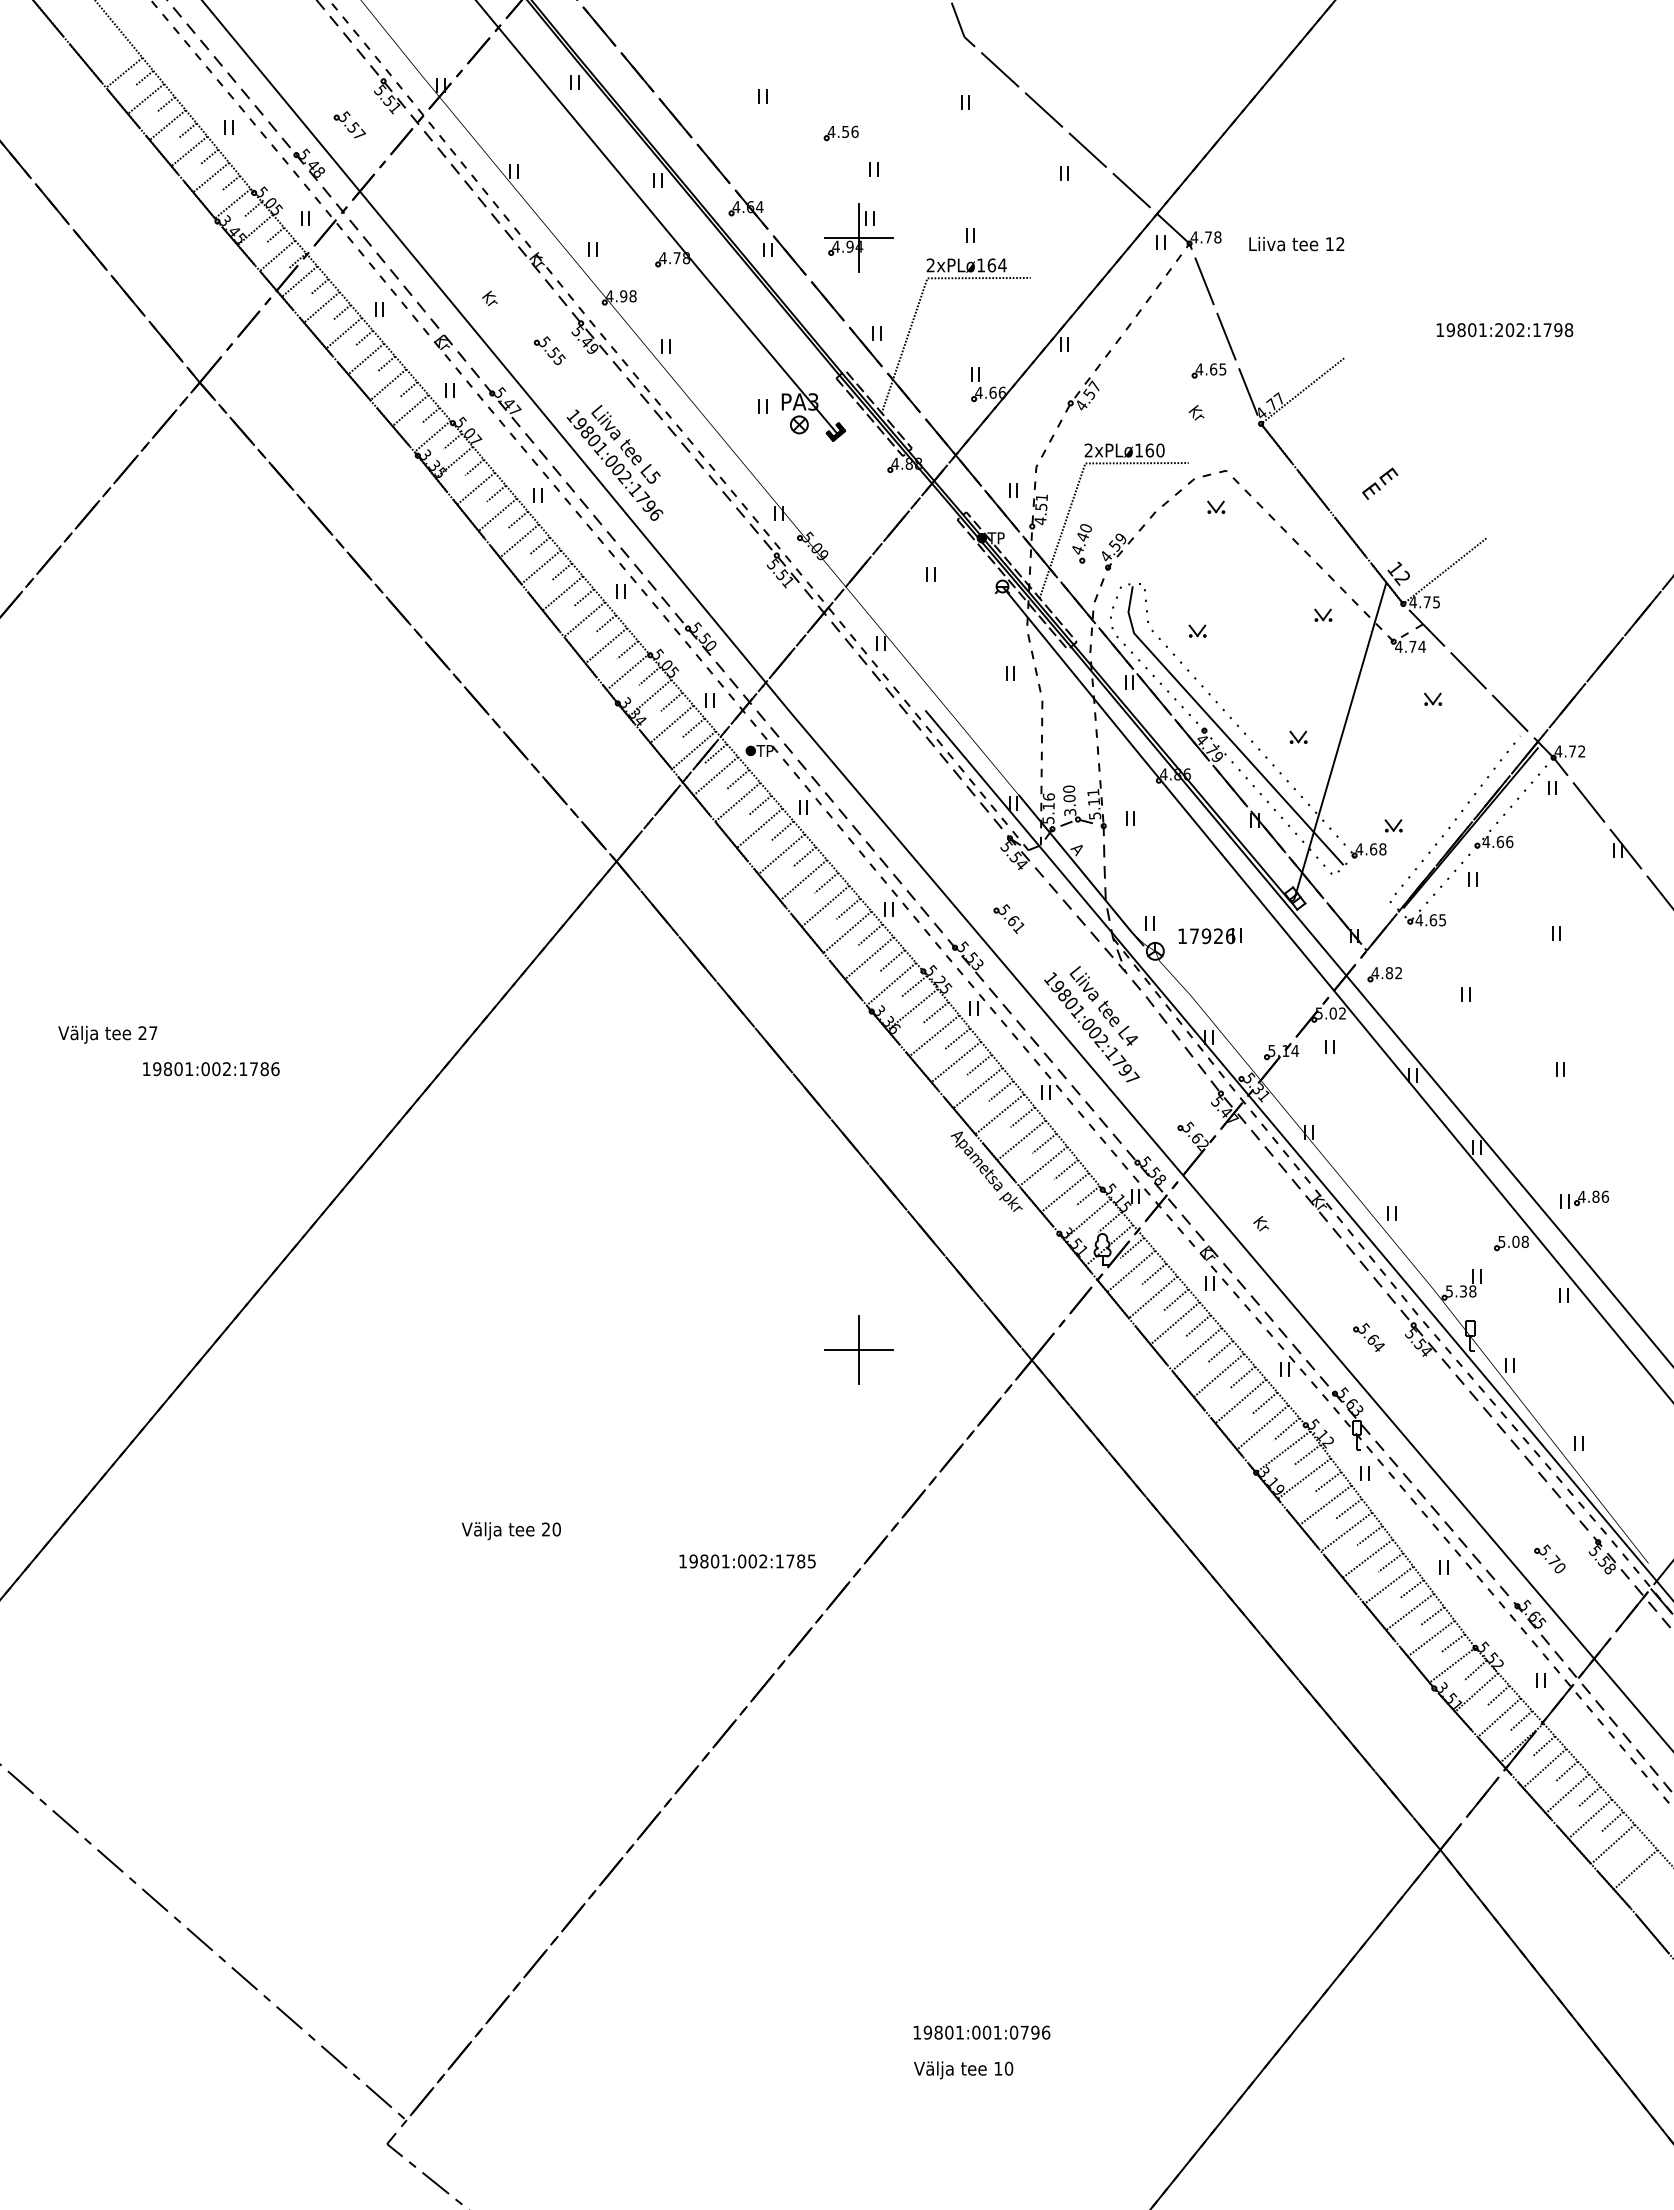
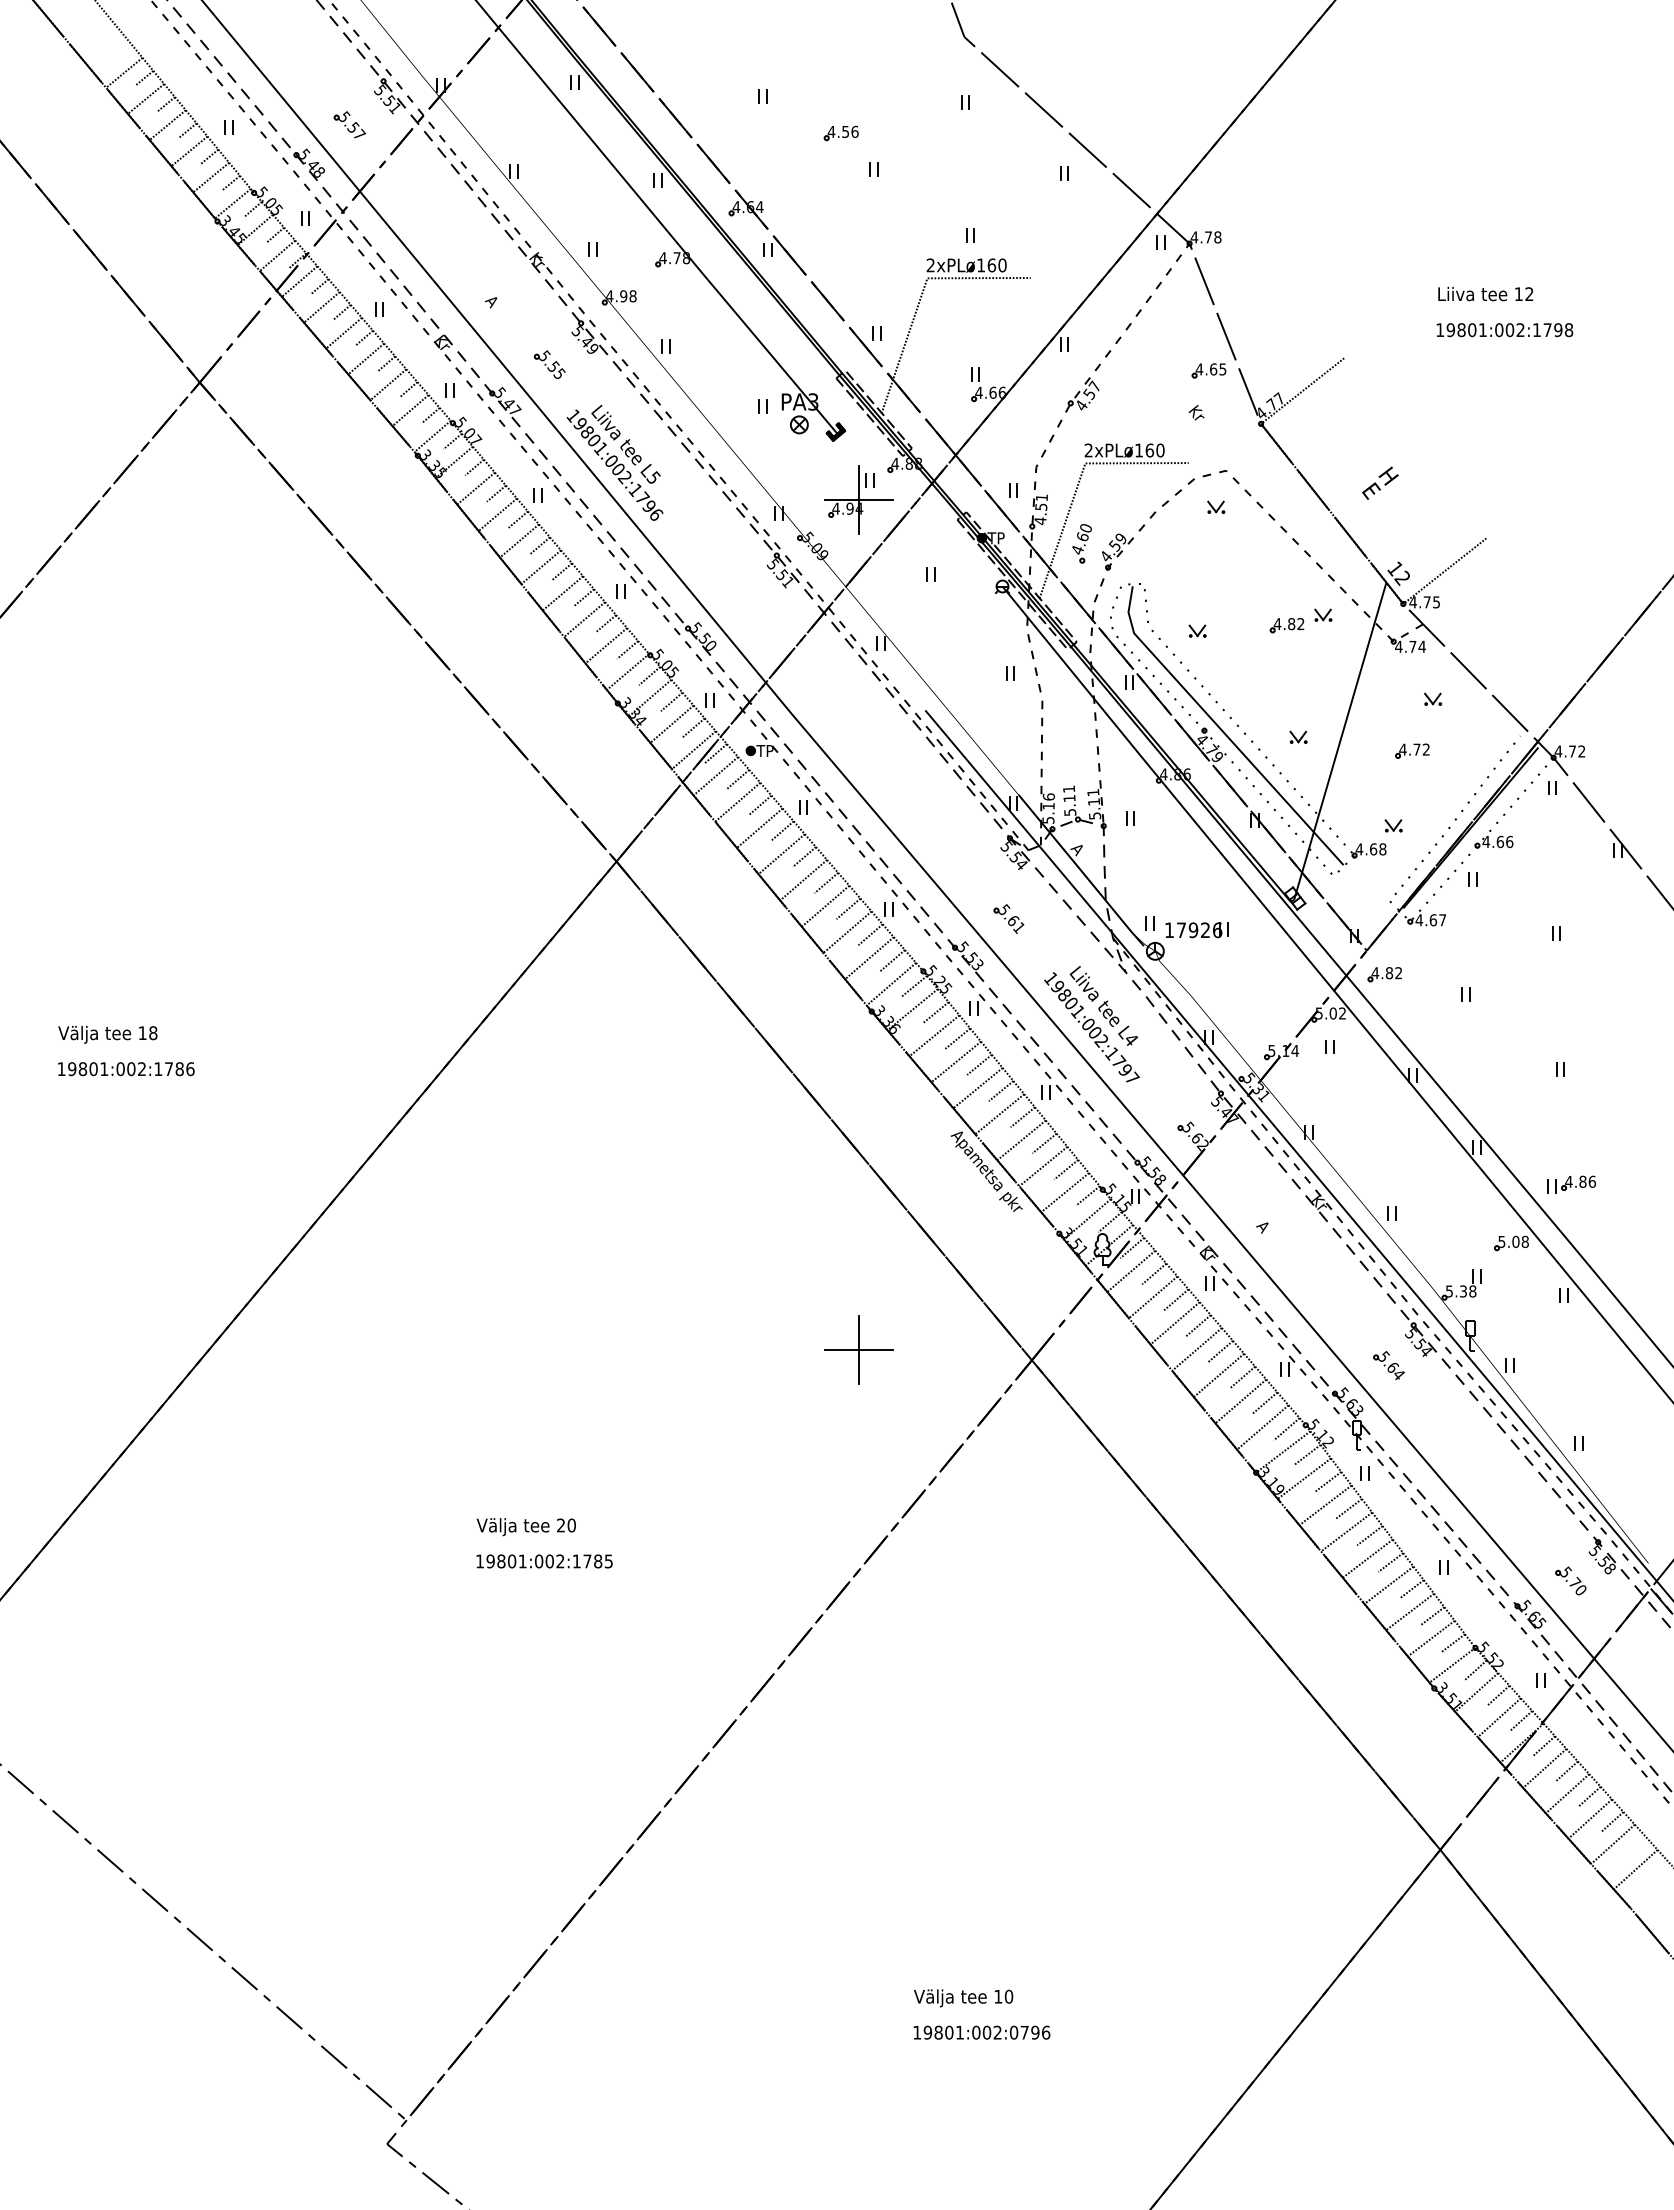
part at (858, 237) position: (858, 237) -> (858, 499)
text at (1296, 243) position: (1296, 243) -> (1485, 293)
text at (1002, 265): 2xPLø164 -> 2xPLø160
text at (489, 299): Kr -> A
text at (1499, 330): 19801:202:1798 -> 19801:002:1798
part at (549, 350) position: (549, 350) -> (549, 364)
text at (1388, 475): E -> H
text at (1082, 536): 4.40 -> 4.60
part at (1286, 625): none -> present
part at (1412, 750): none -> present
text at (1069, 800): 3.00 -> 5.11
text at (1442, 920): 4.65 -> 4.67
part at (1209, 936) position: (1209, 936) -> (1196, 930)
text at (147, 1033): 27 -> 18
text at (211, 1069) position: (211, 1069) -> (126, 1069)
part at (1584, 1199) position: (1584, 1199) -> (1571, 1184)
text at (1260, 1224): Kr -> A
part at (1368, 1337) position: (1368, 1337) -> (1388, 1365)
text at (510, 1531) position: (510, 1531) -> (525, 1527)
part at (1549, 1558) position: (1549, 1558) -> (1570, 1580)
text at (747, 1561) position: (747, 1561) -> (544, 1561)
text at (997, 2032): 19801:001:0796 -> 19801:002:0796
text at (963, 2070) position: (963, 2070) -> (963, 1998)
